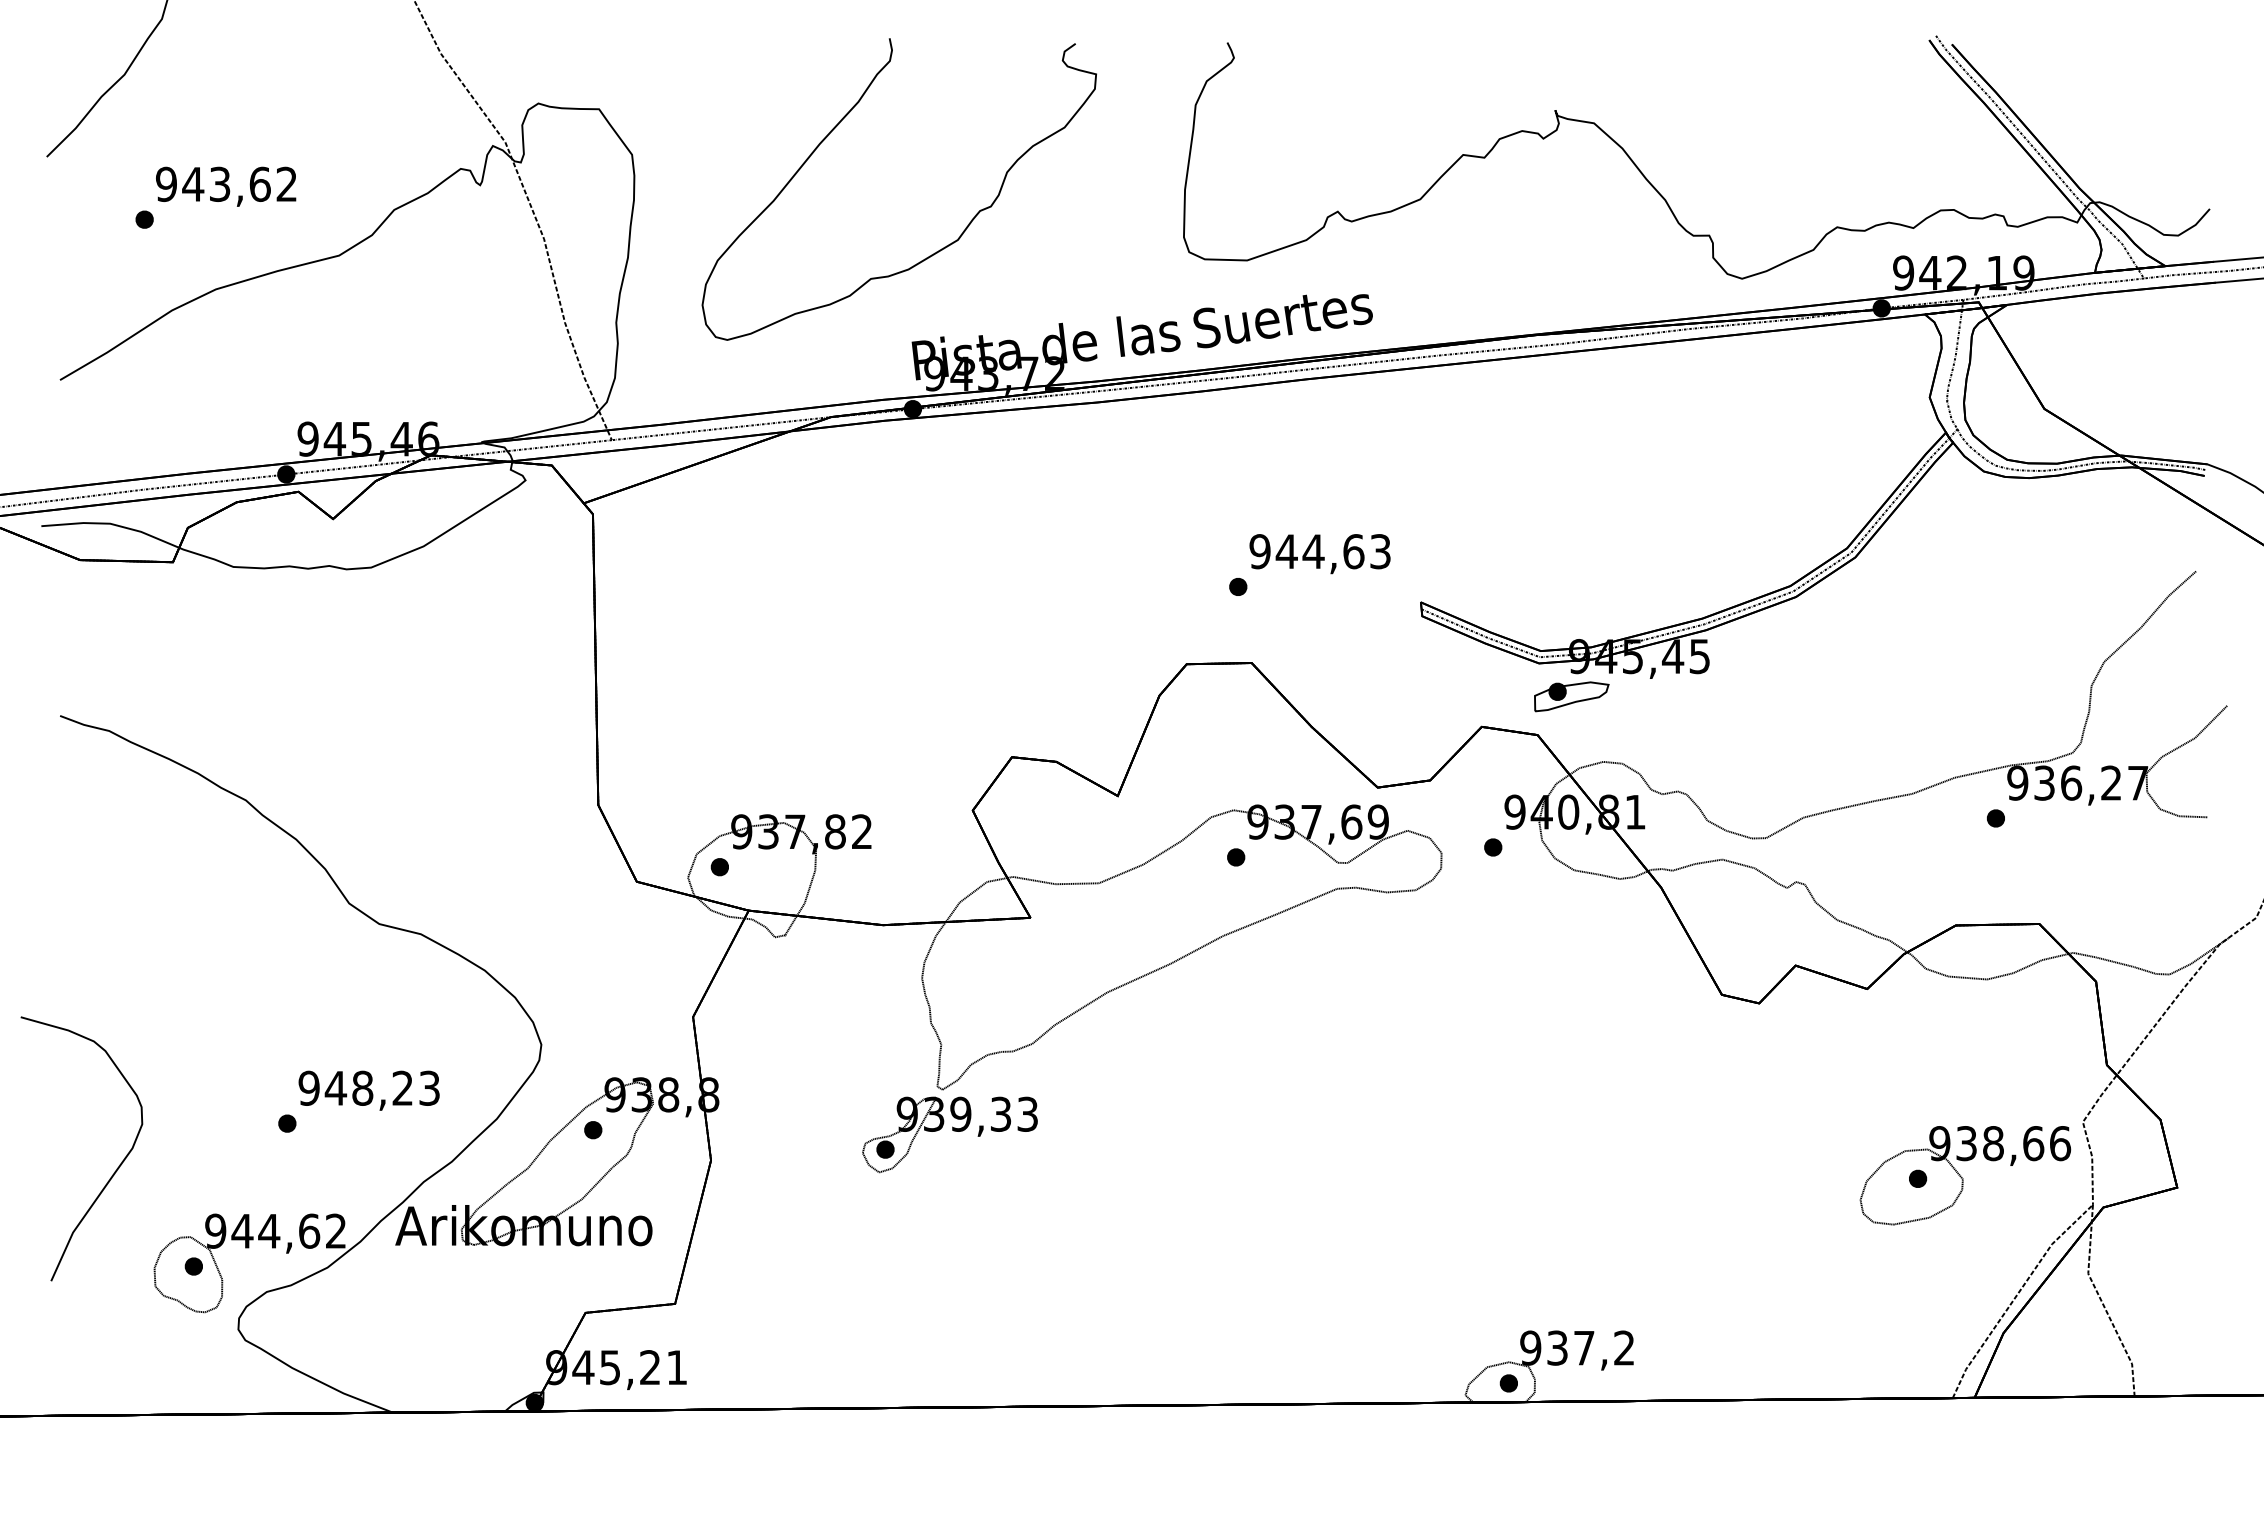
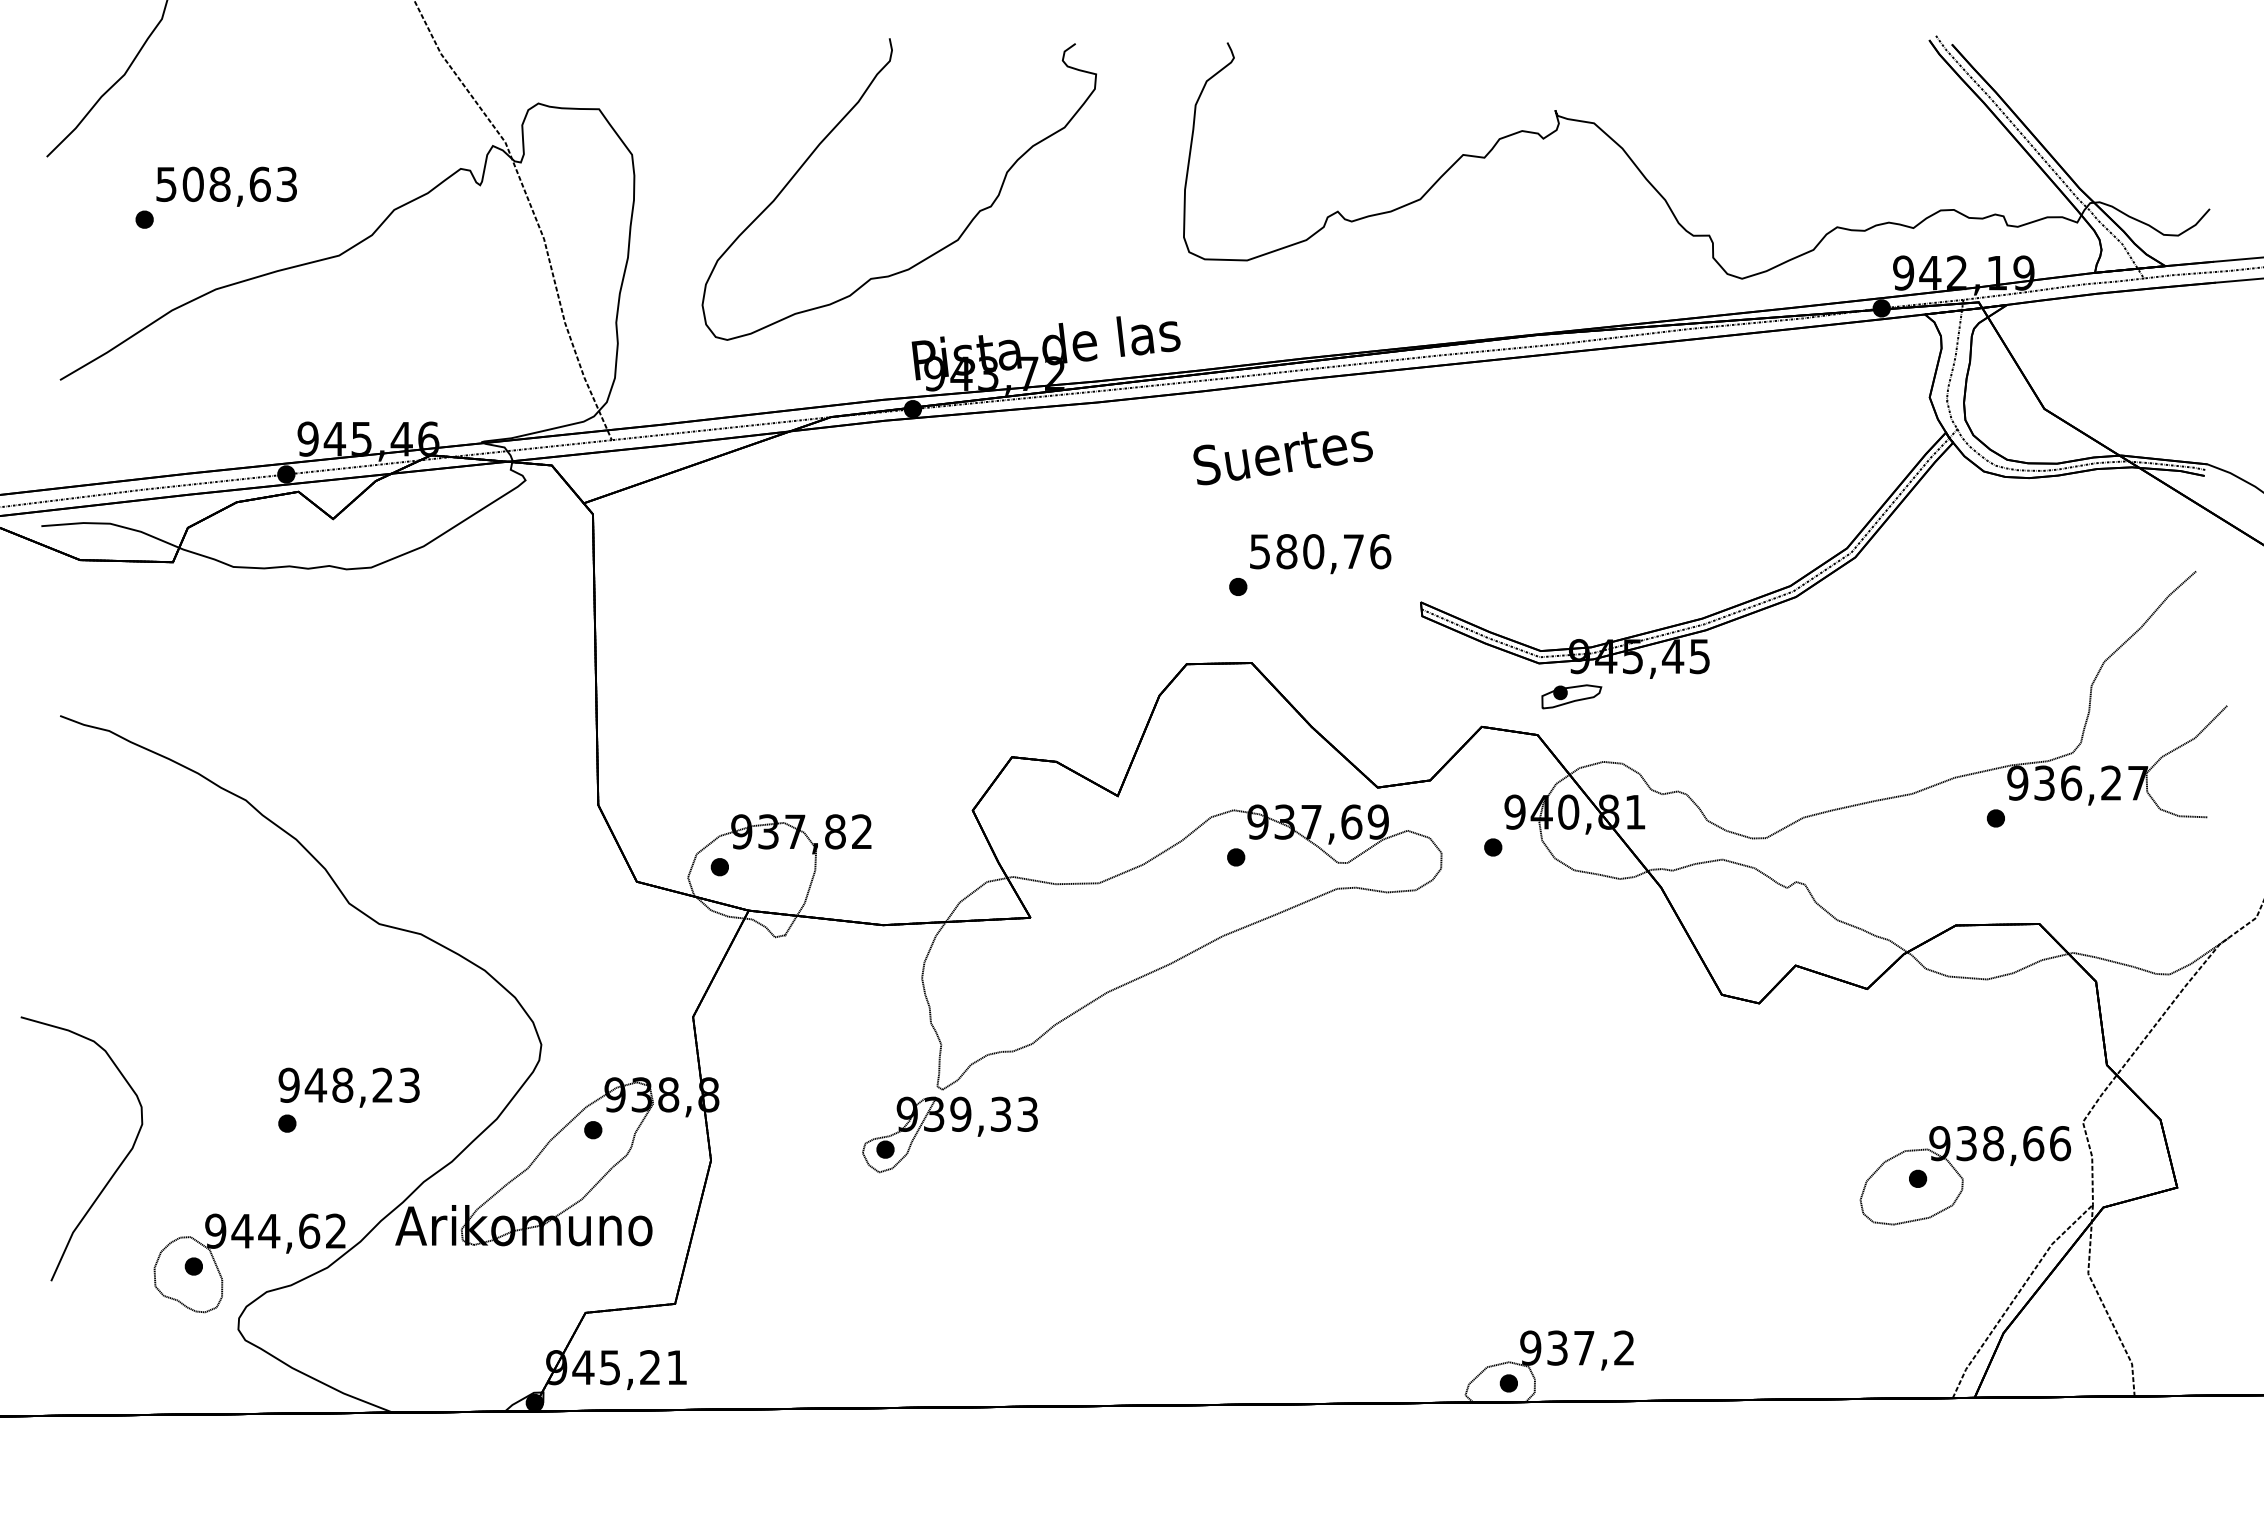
text at (226, 184): 943,62 -> 508,63
text at (1282, 321) position: (1282, 321) -> (1282, 458)
text at (1320, 551): 944,63 -> 580,76
part at (1571, 696) size: 76x32 px -> 62x26 px
text at (368, 1090) position: (368, 1090) -> (348, 1087)
